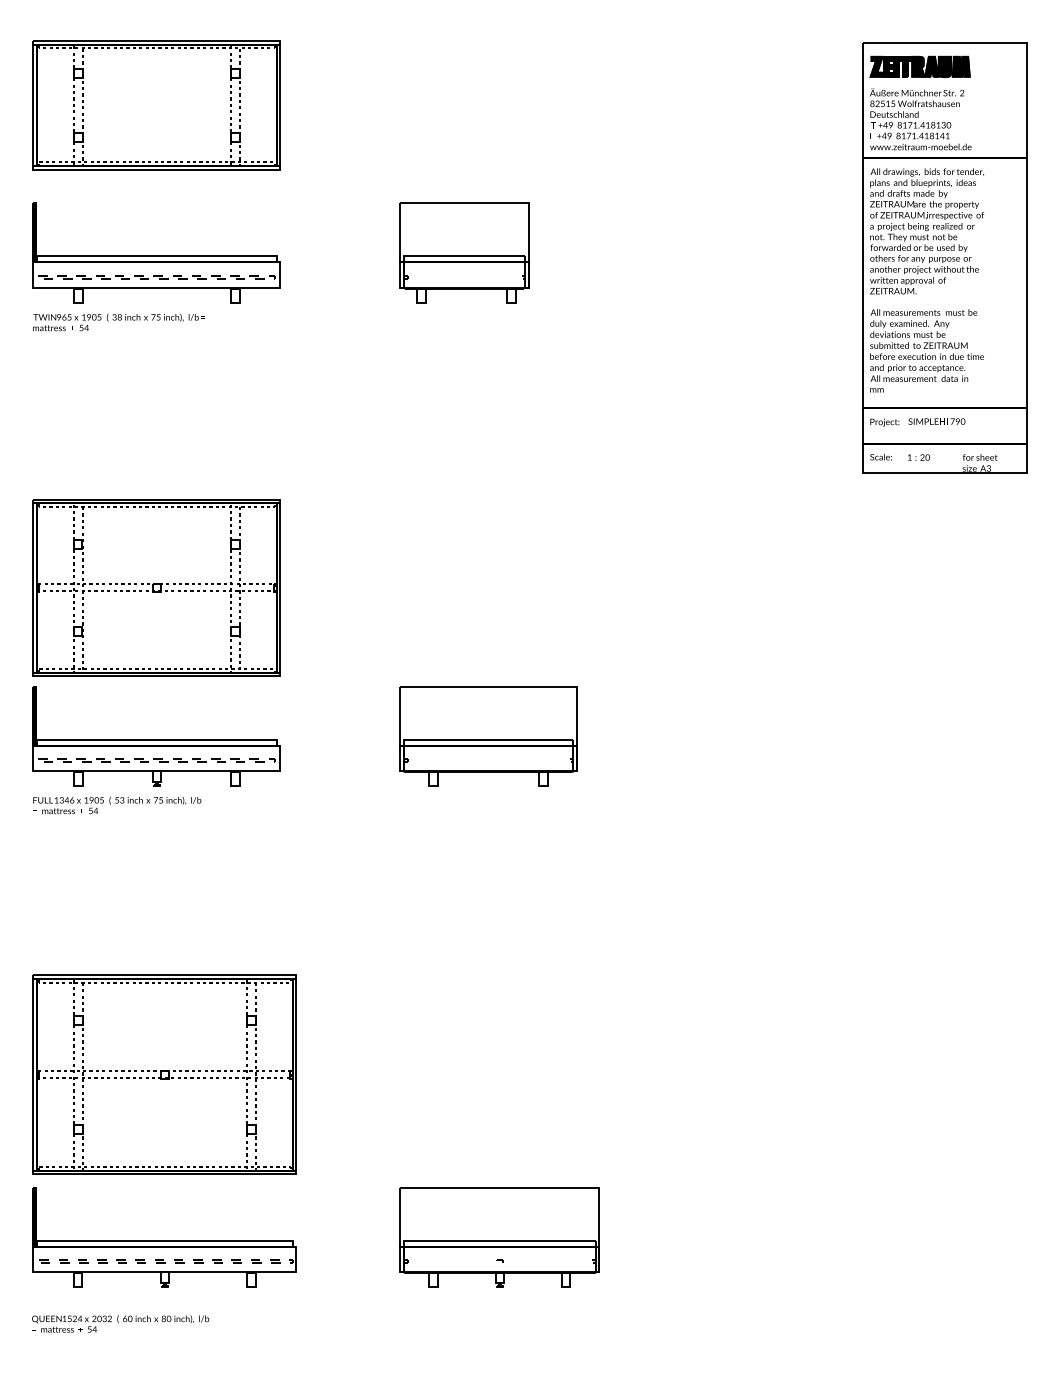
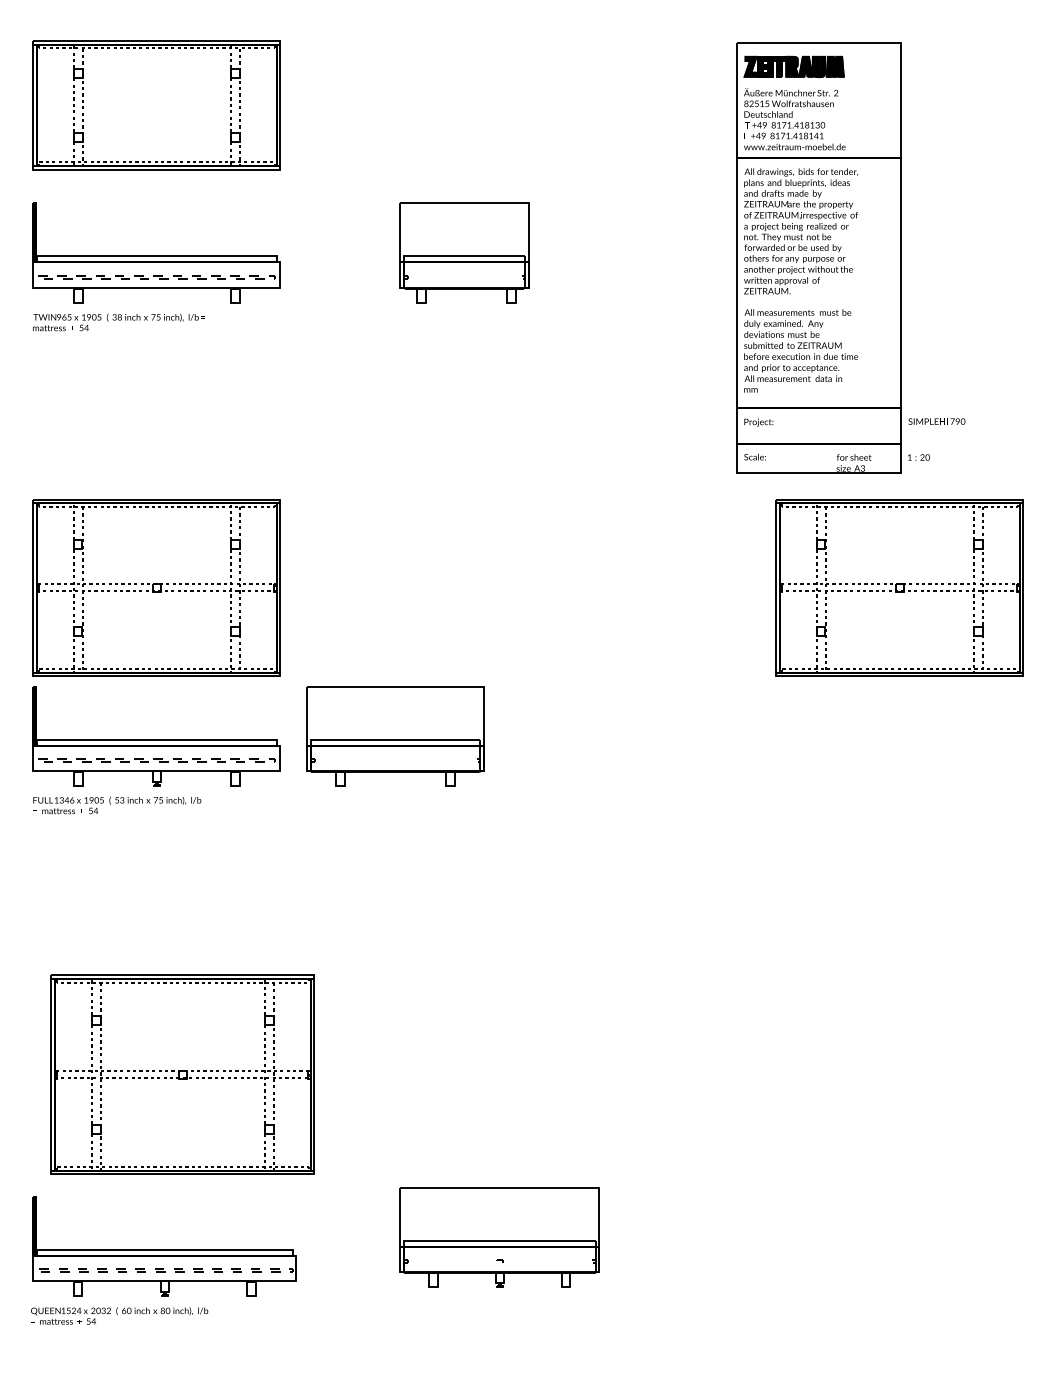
part at (944, 257) position: (944, 257) -> (818, 257)
part at (899, 587): none -> present
part at (488, 736) position: (488, 736) -> (395, 736)
part at (164, 1074) position: (164, 1074) -> (182, 1074)
part at (164, 1237) position: (164, 1237) -> (164, 1246)
text at (120, 1323) position: (120, 1323) -> (119, 1315)
